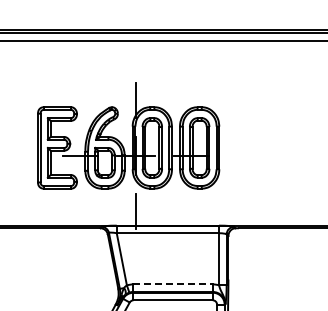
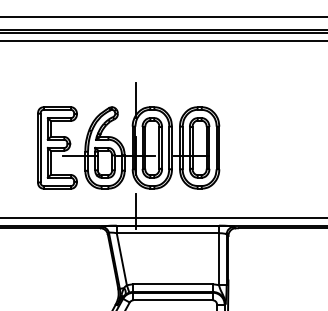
line at (163, 16): none -> present
line at (163, 217): none -> present
line at (173, 284): dashed -> solid
